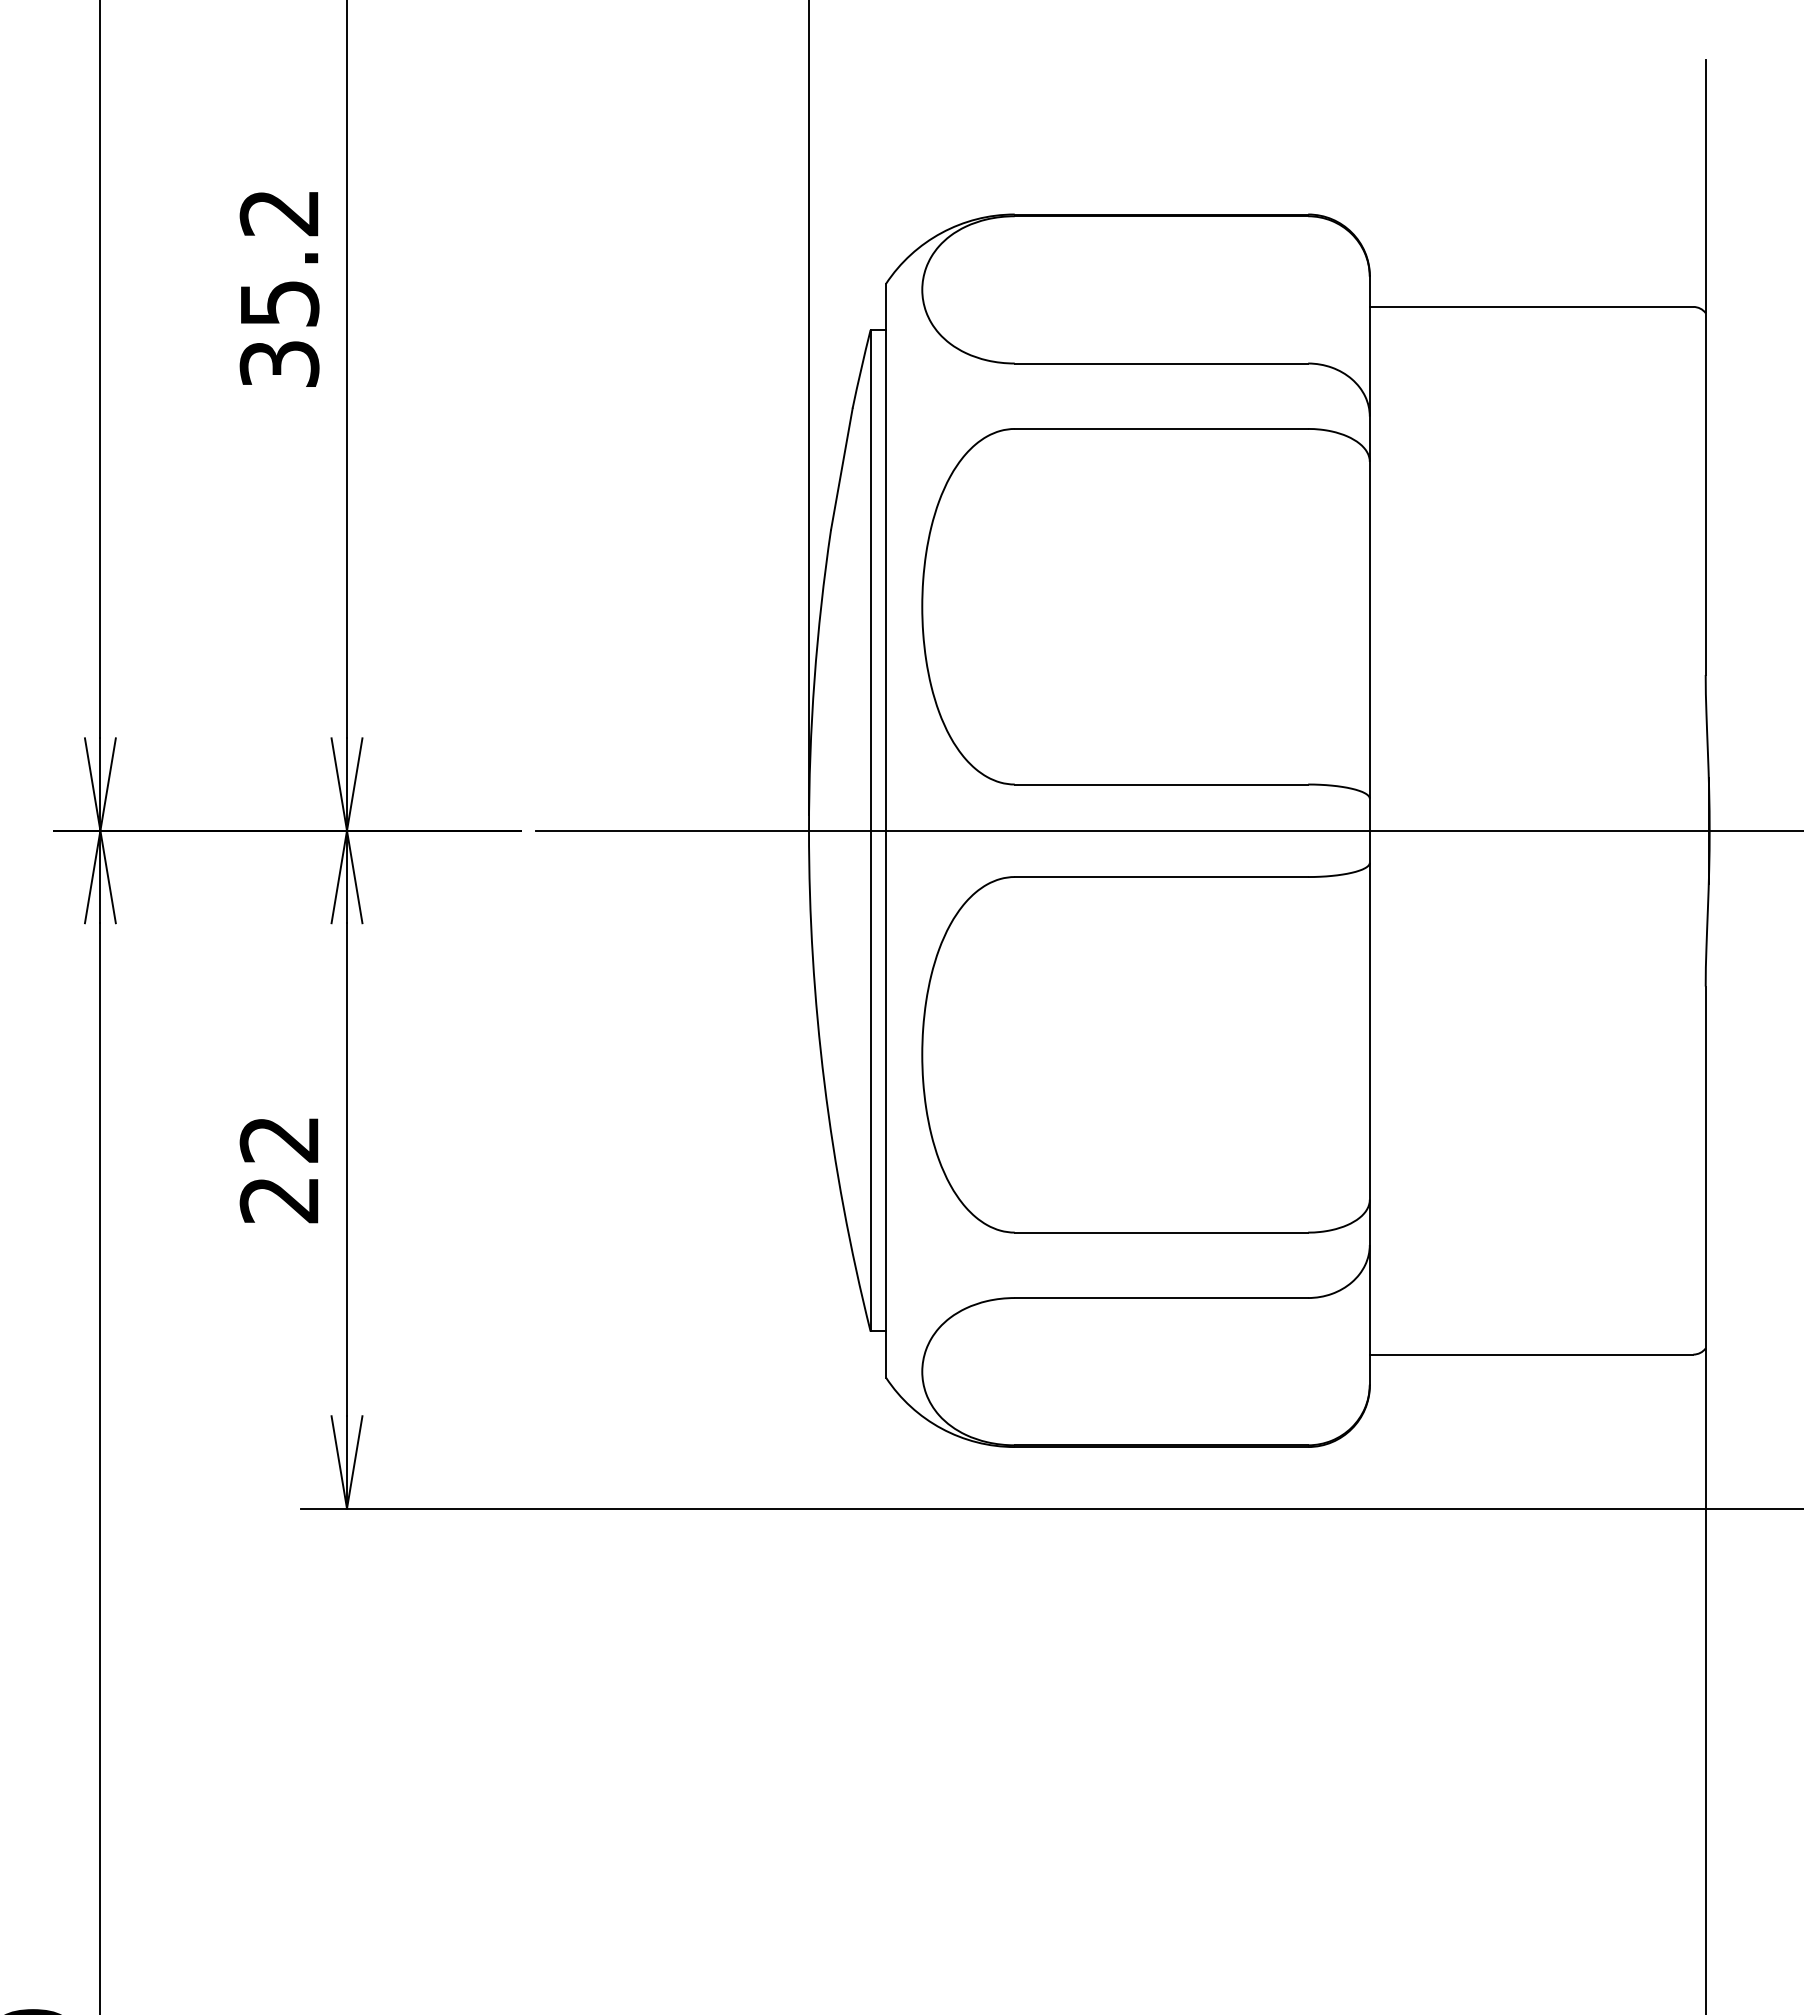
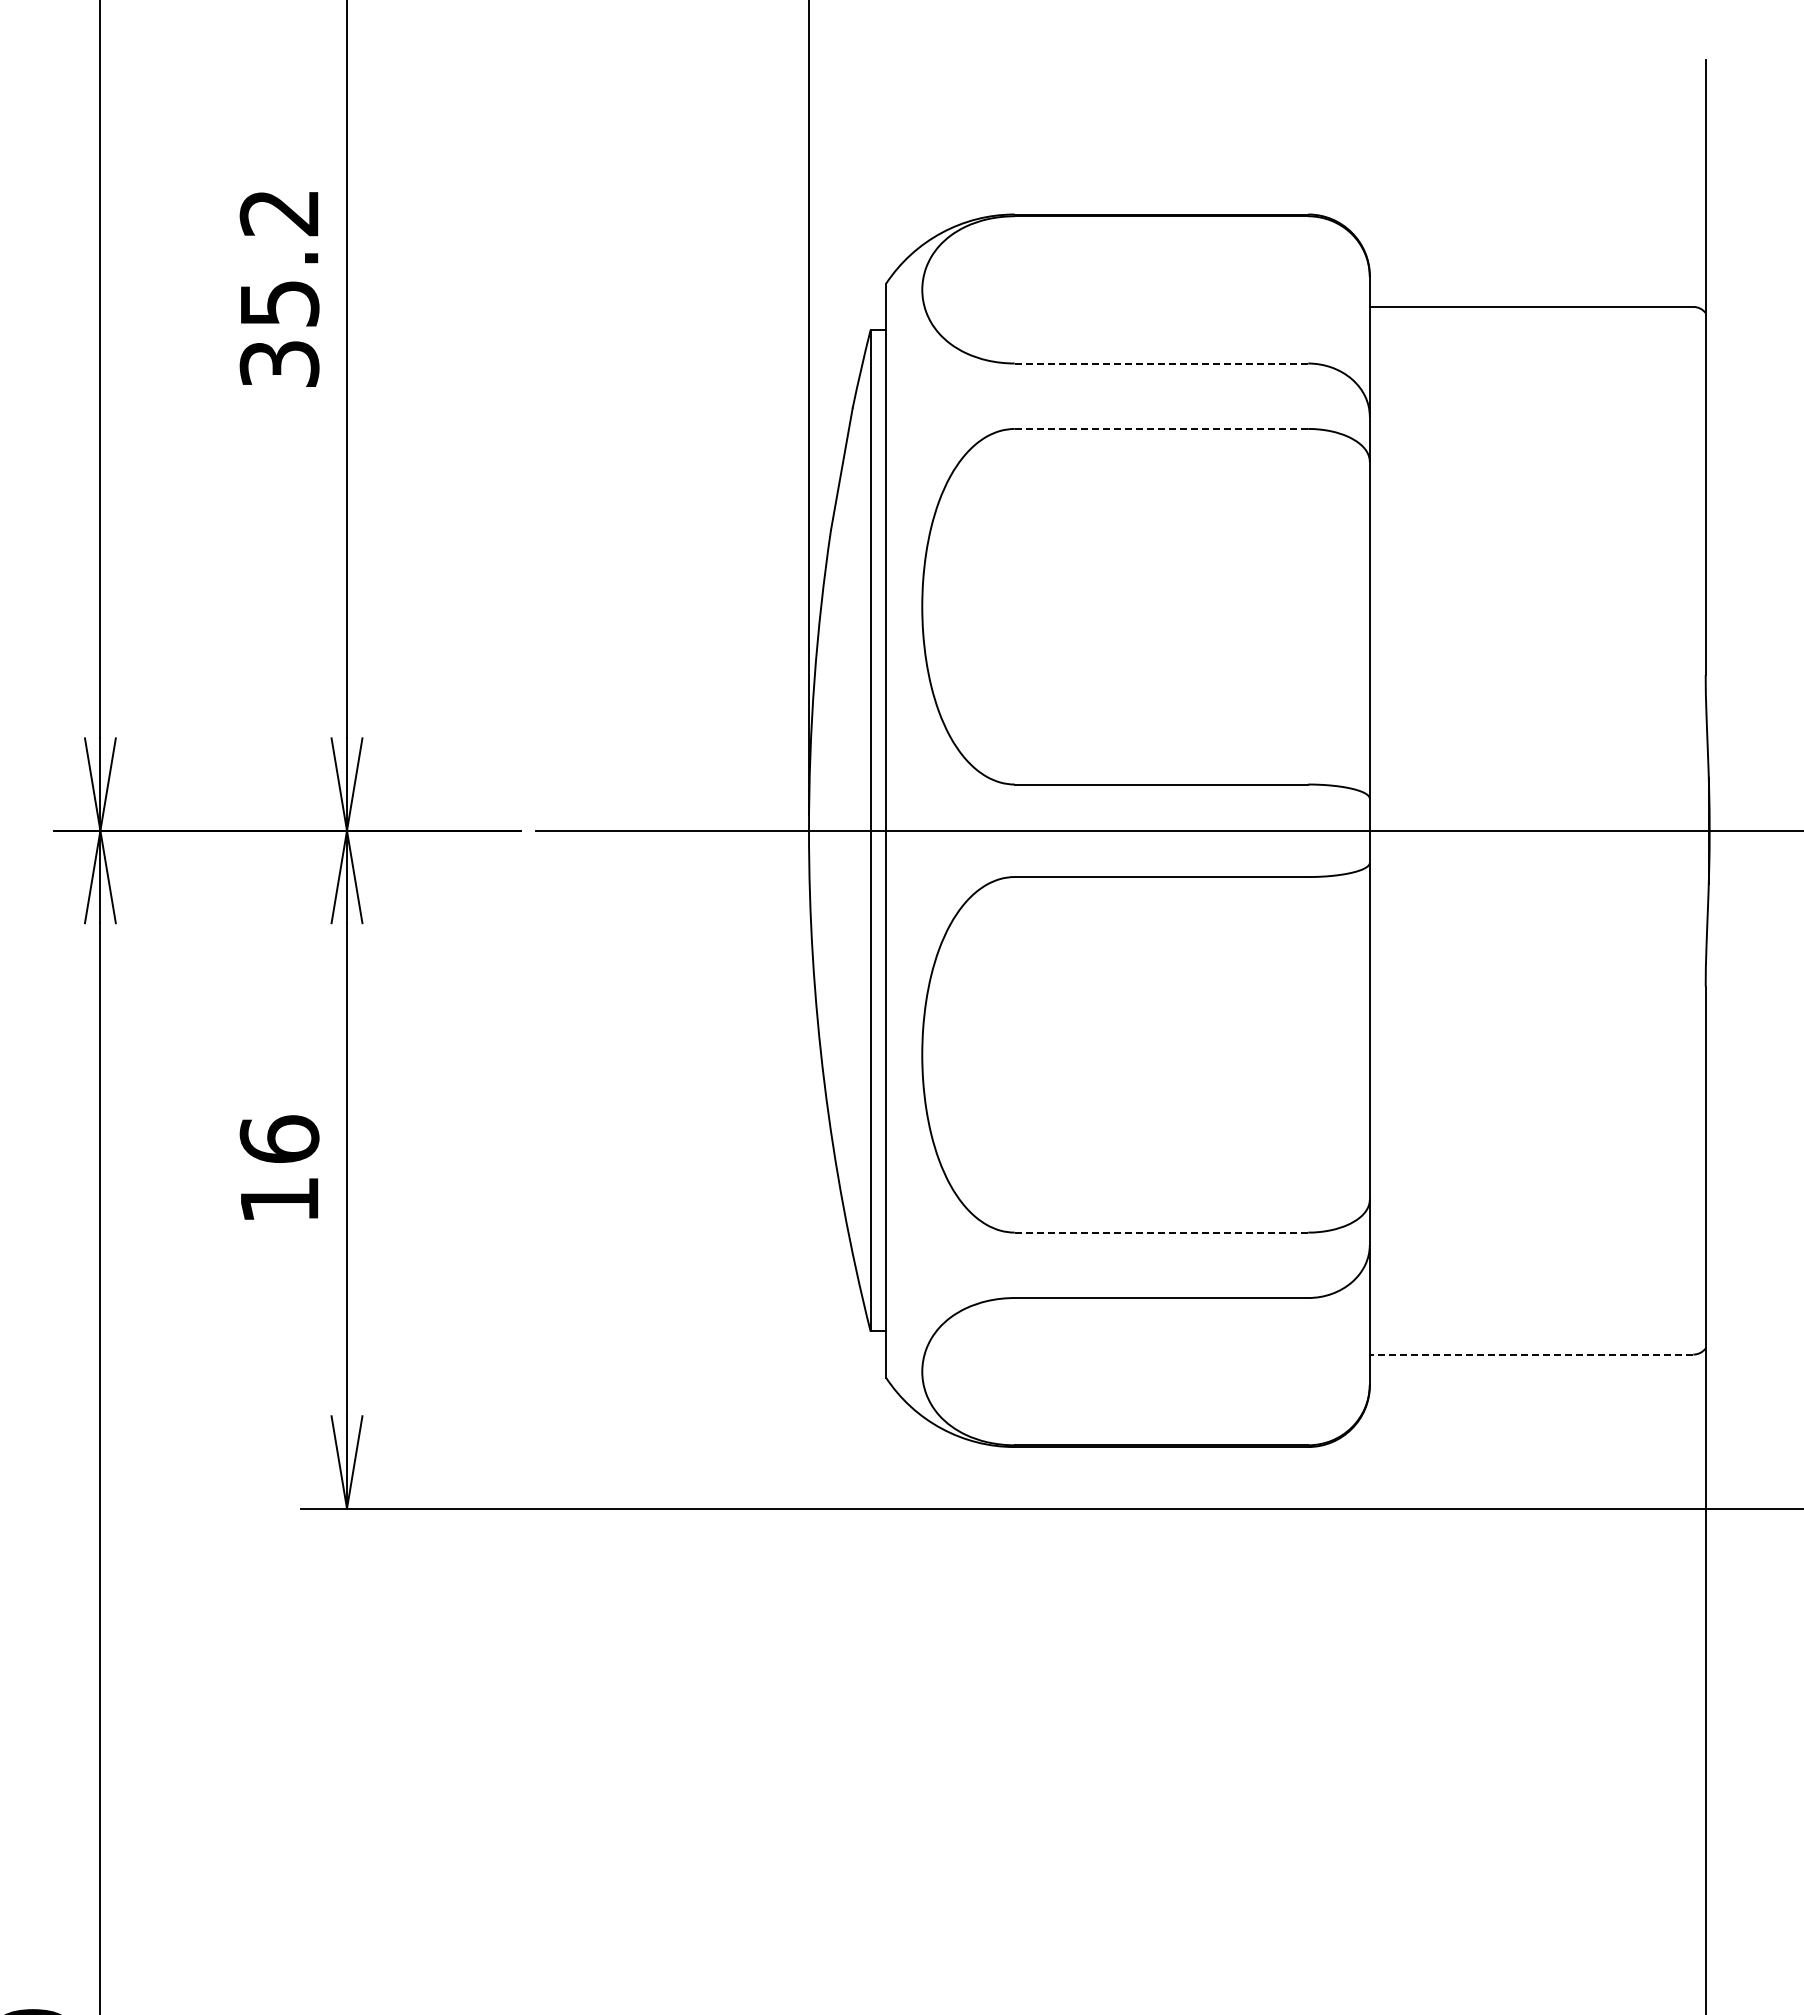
line at (1161, 363): solid -> dashed
line at (1161, 428): solid -> dashed
text at (279, 1169): 22 -> 16
line at (1161, 1232): solid -> dashed
line at (1531, 1354): solid -> dashed
